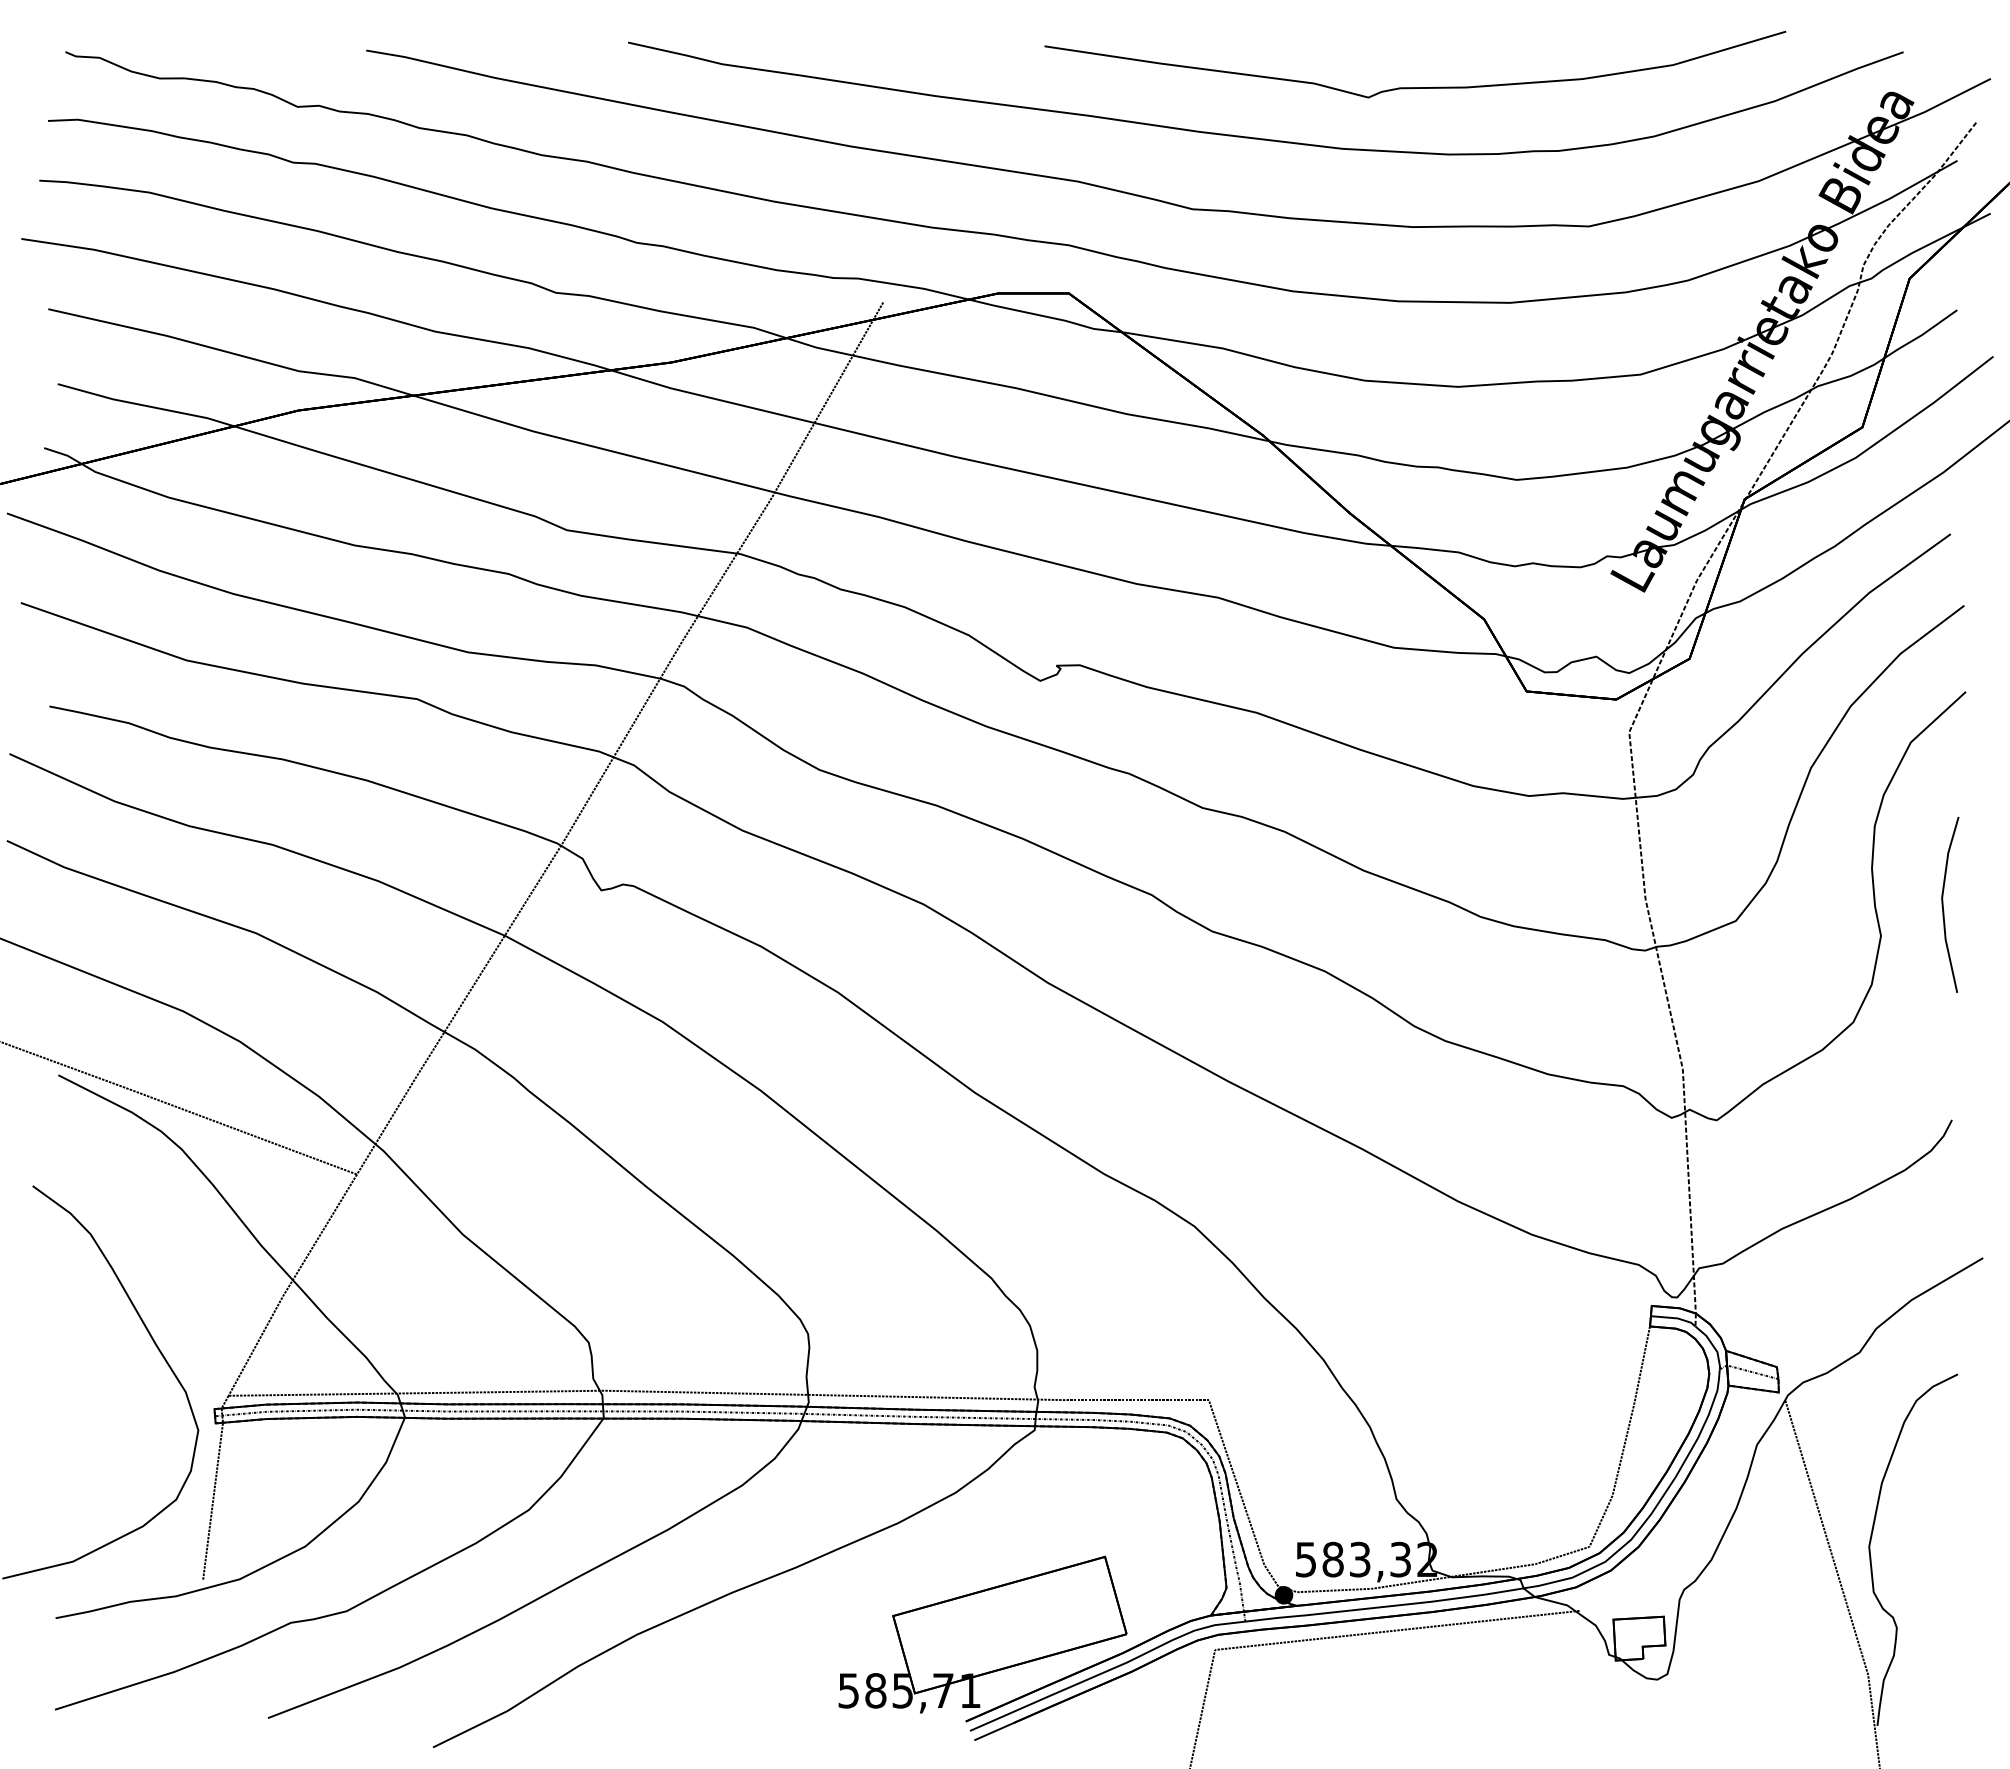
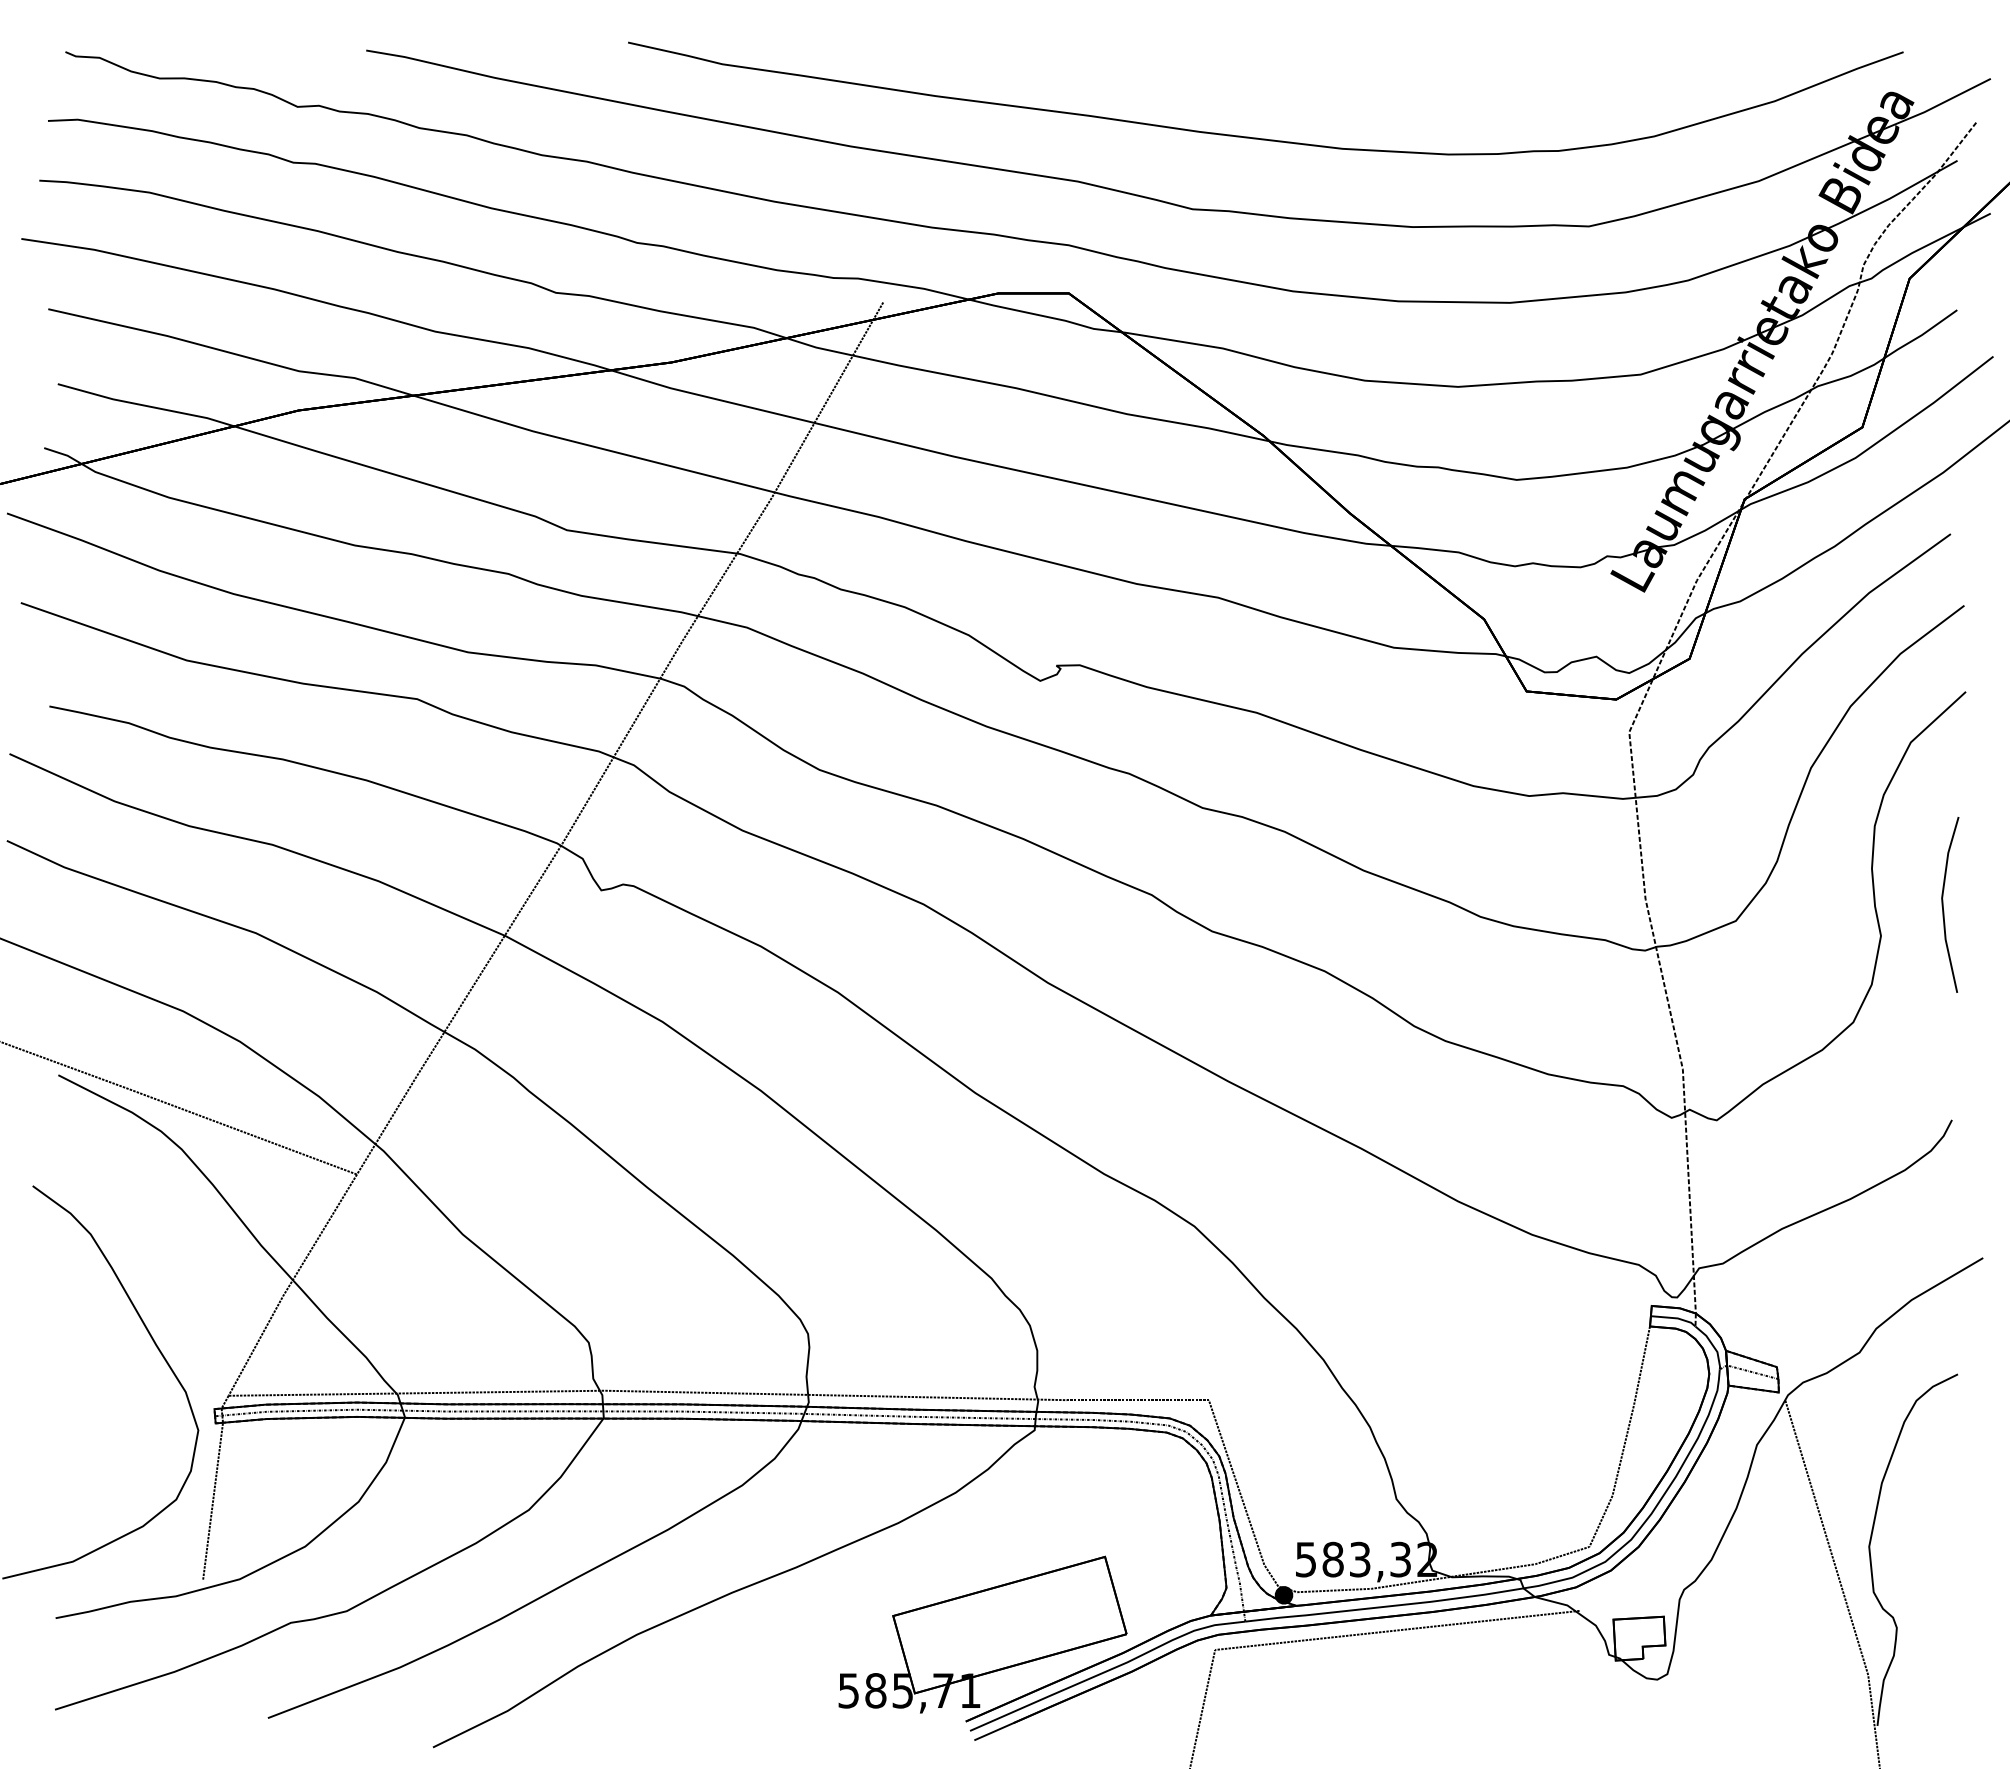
part at (1415, 87): present -> none
